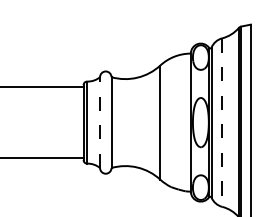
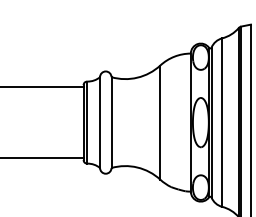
line at (100, 122): dashed -> solid
line at (222, 123): dashed -> solid
